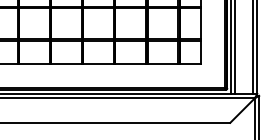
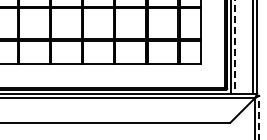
line at (235, 46): solid -> dashed
line at (259, 117): solid -> dashed
